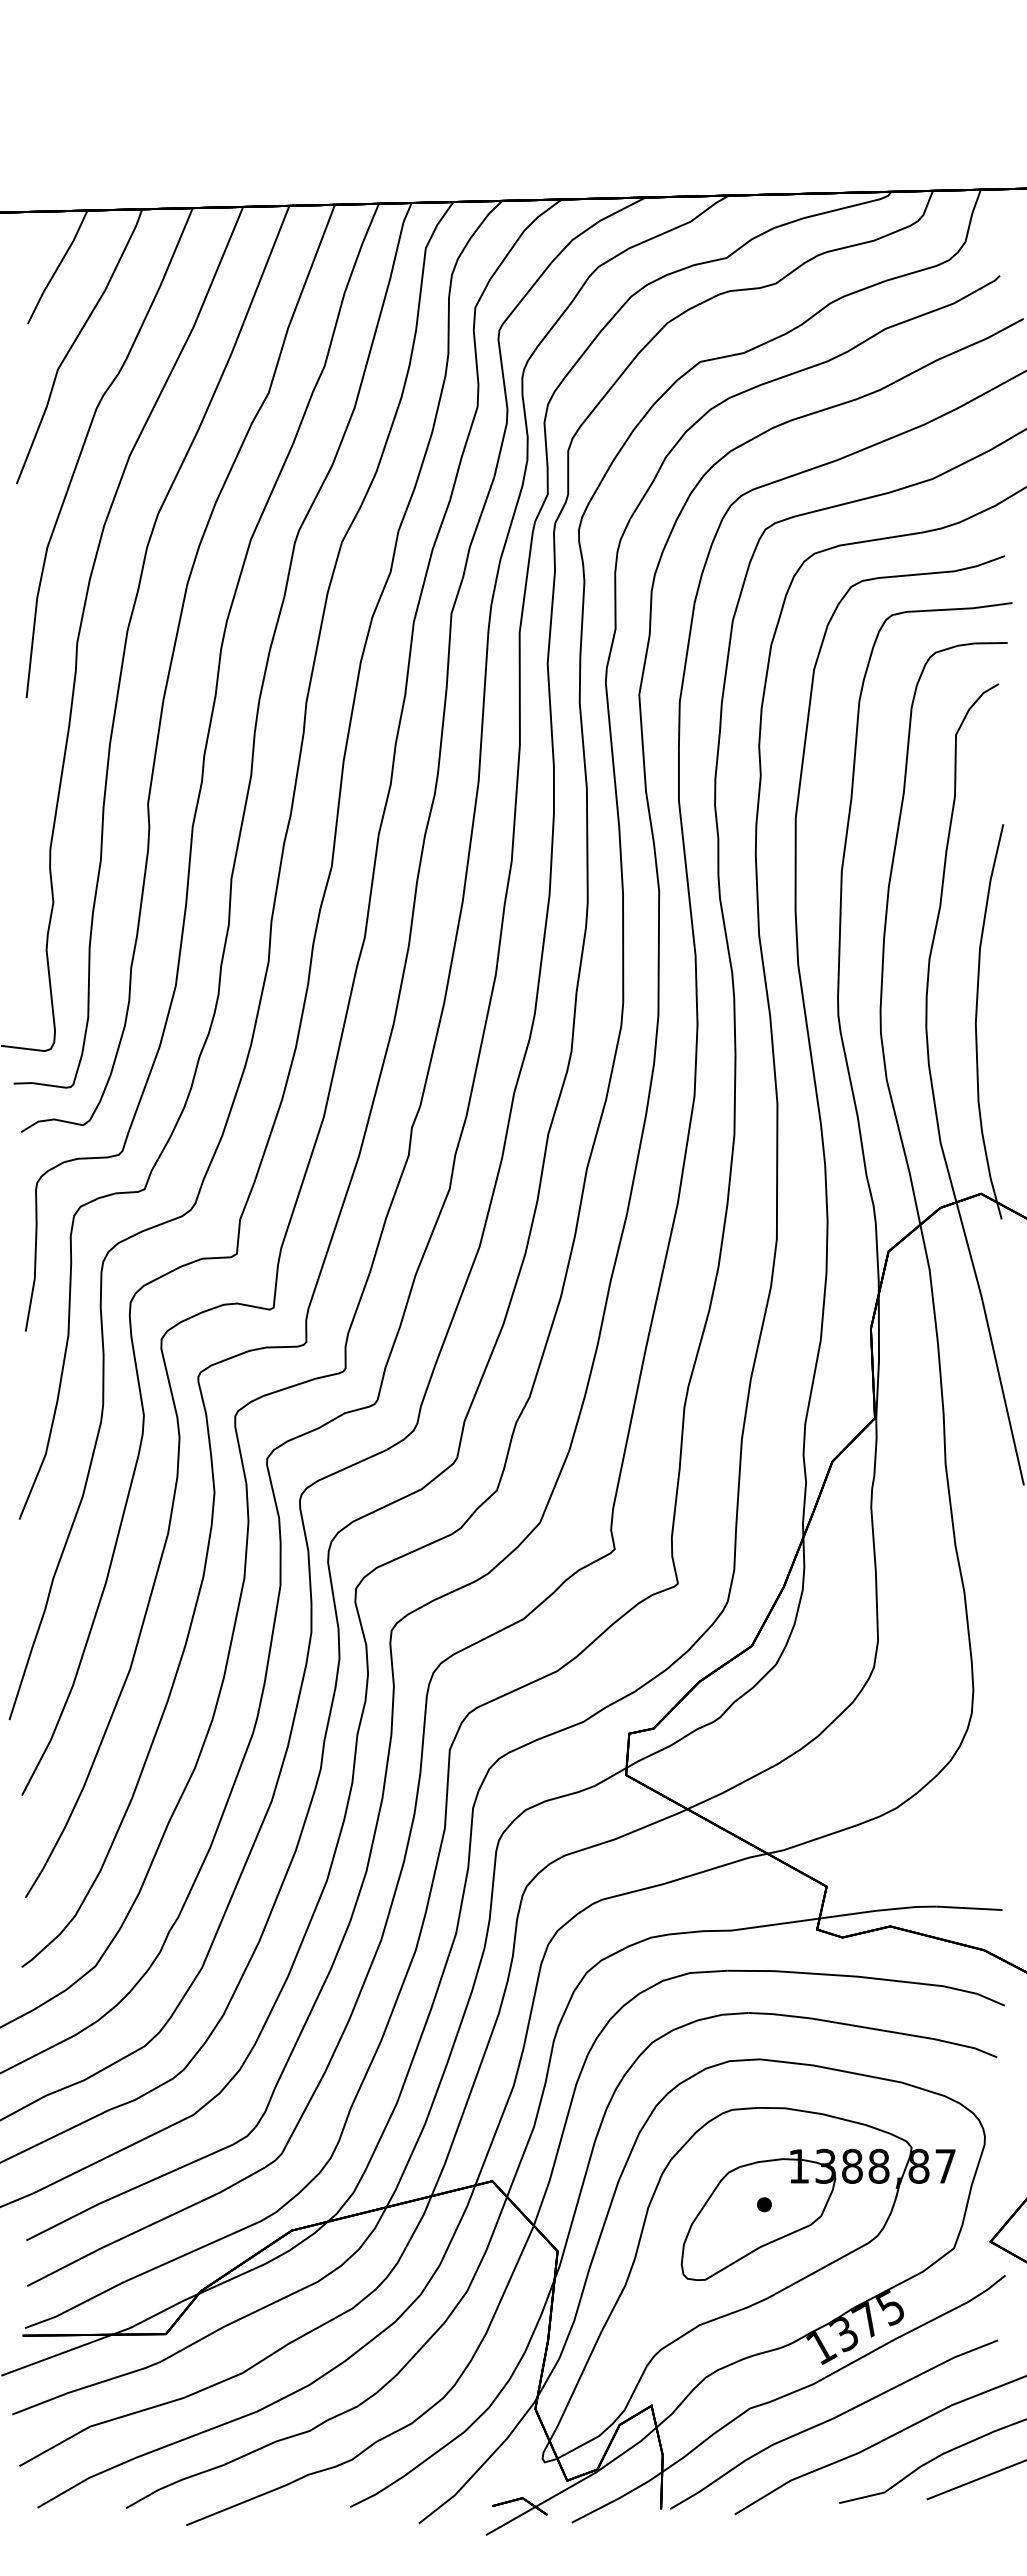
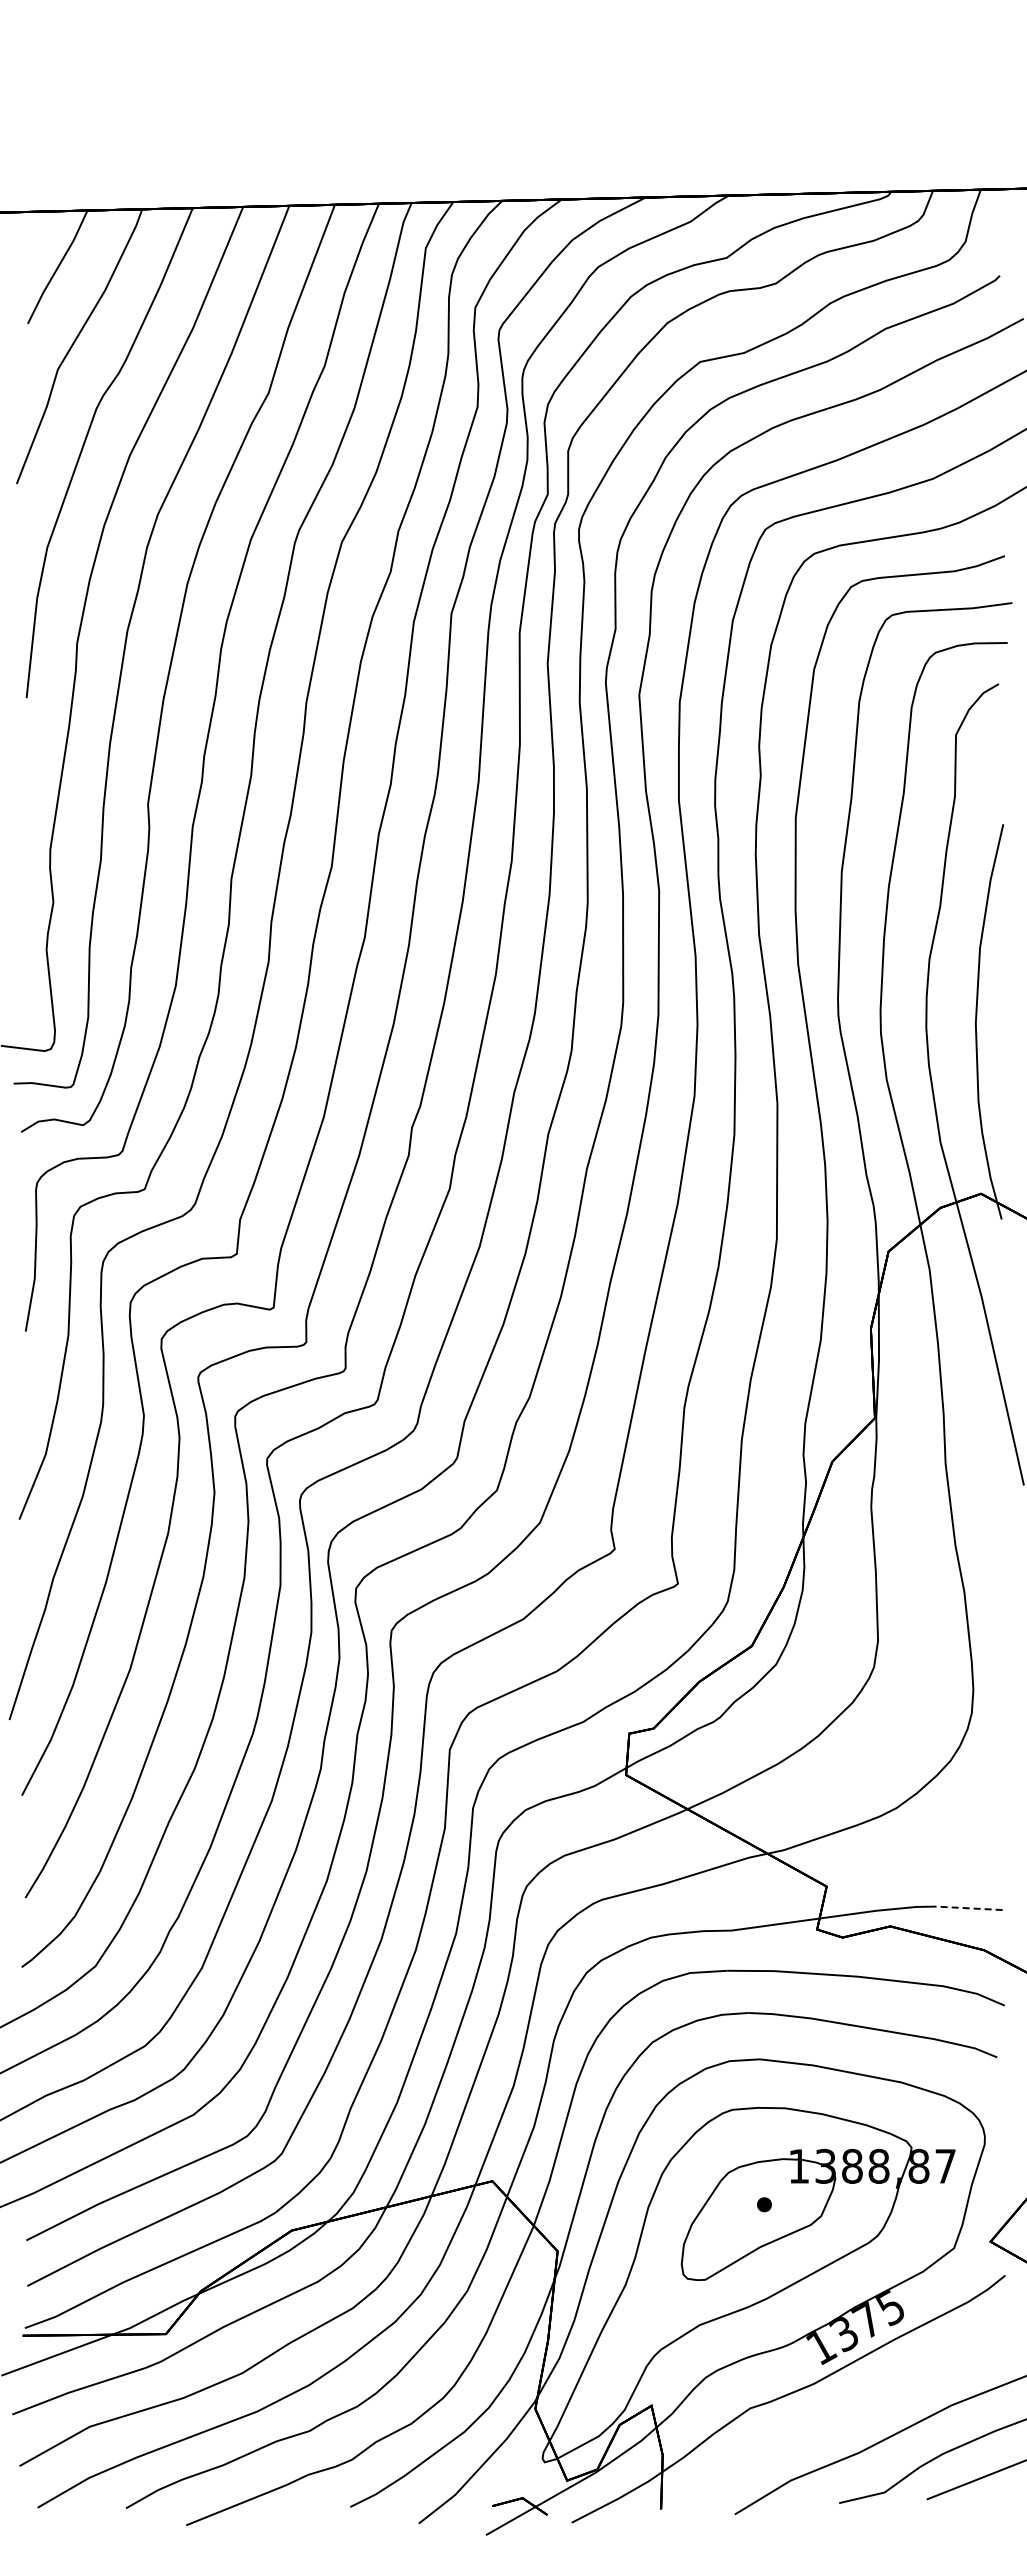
line at (968, 1908): solid -> dashed
curve at (831, 2420): present -> none
